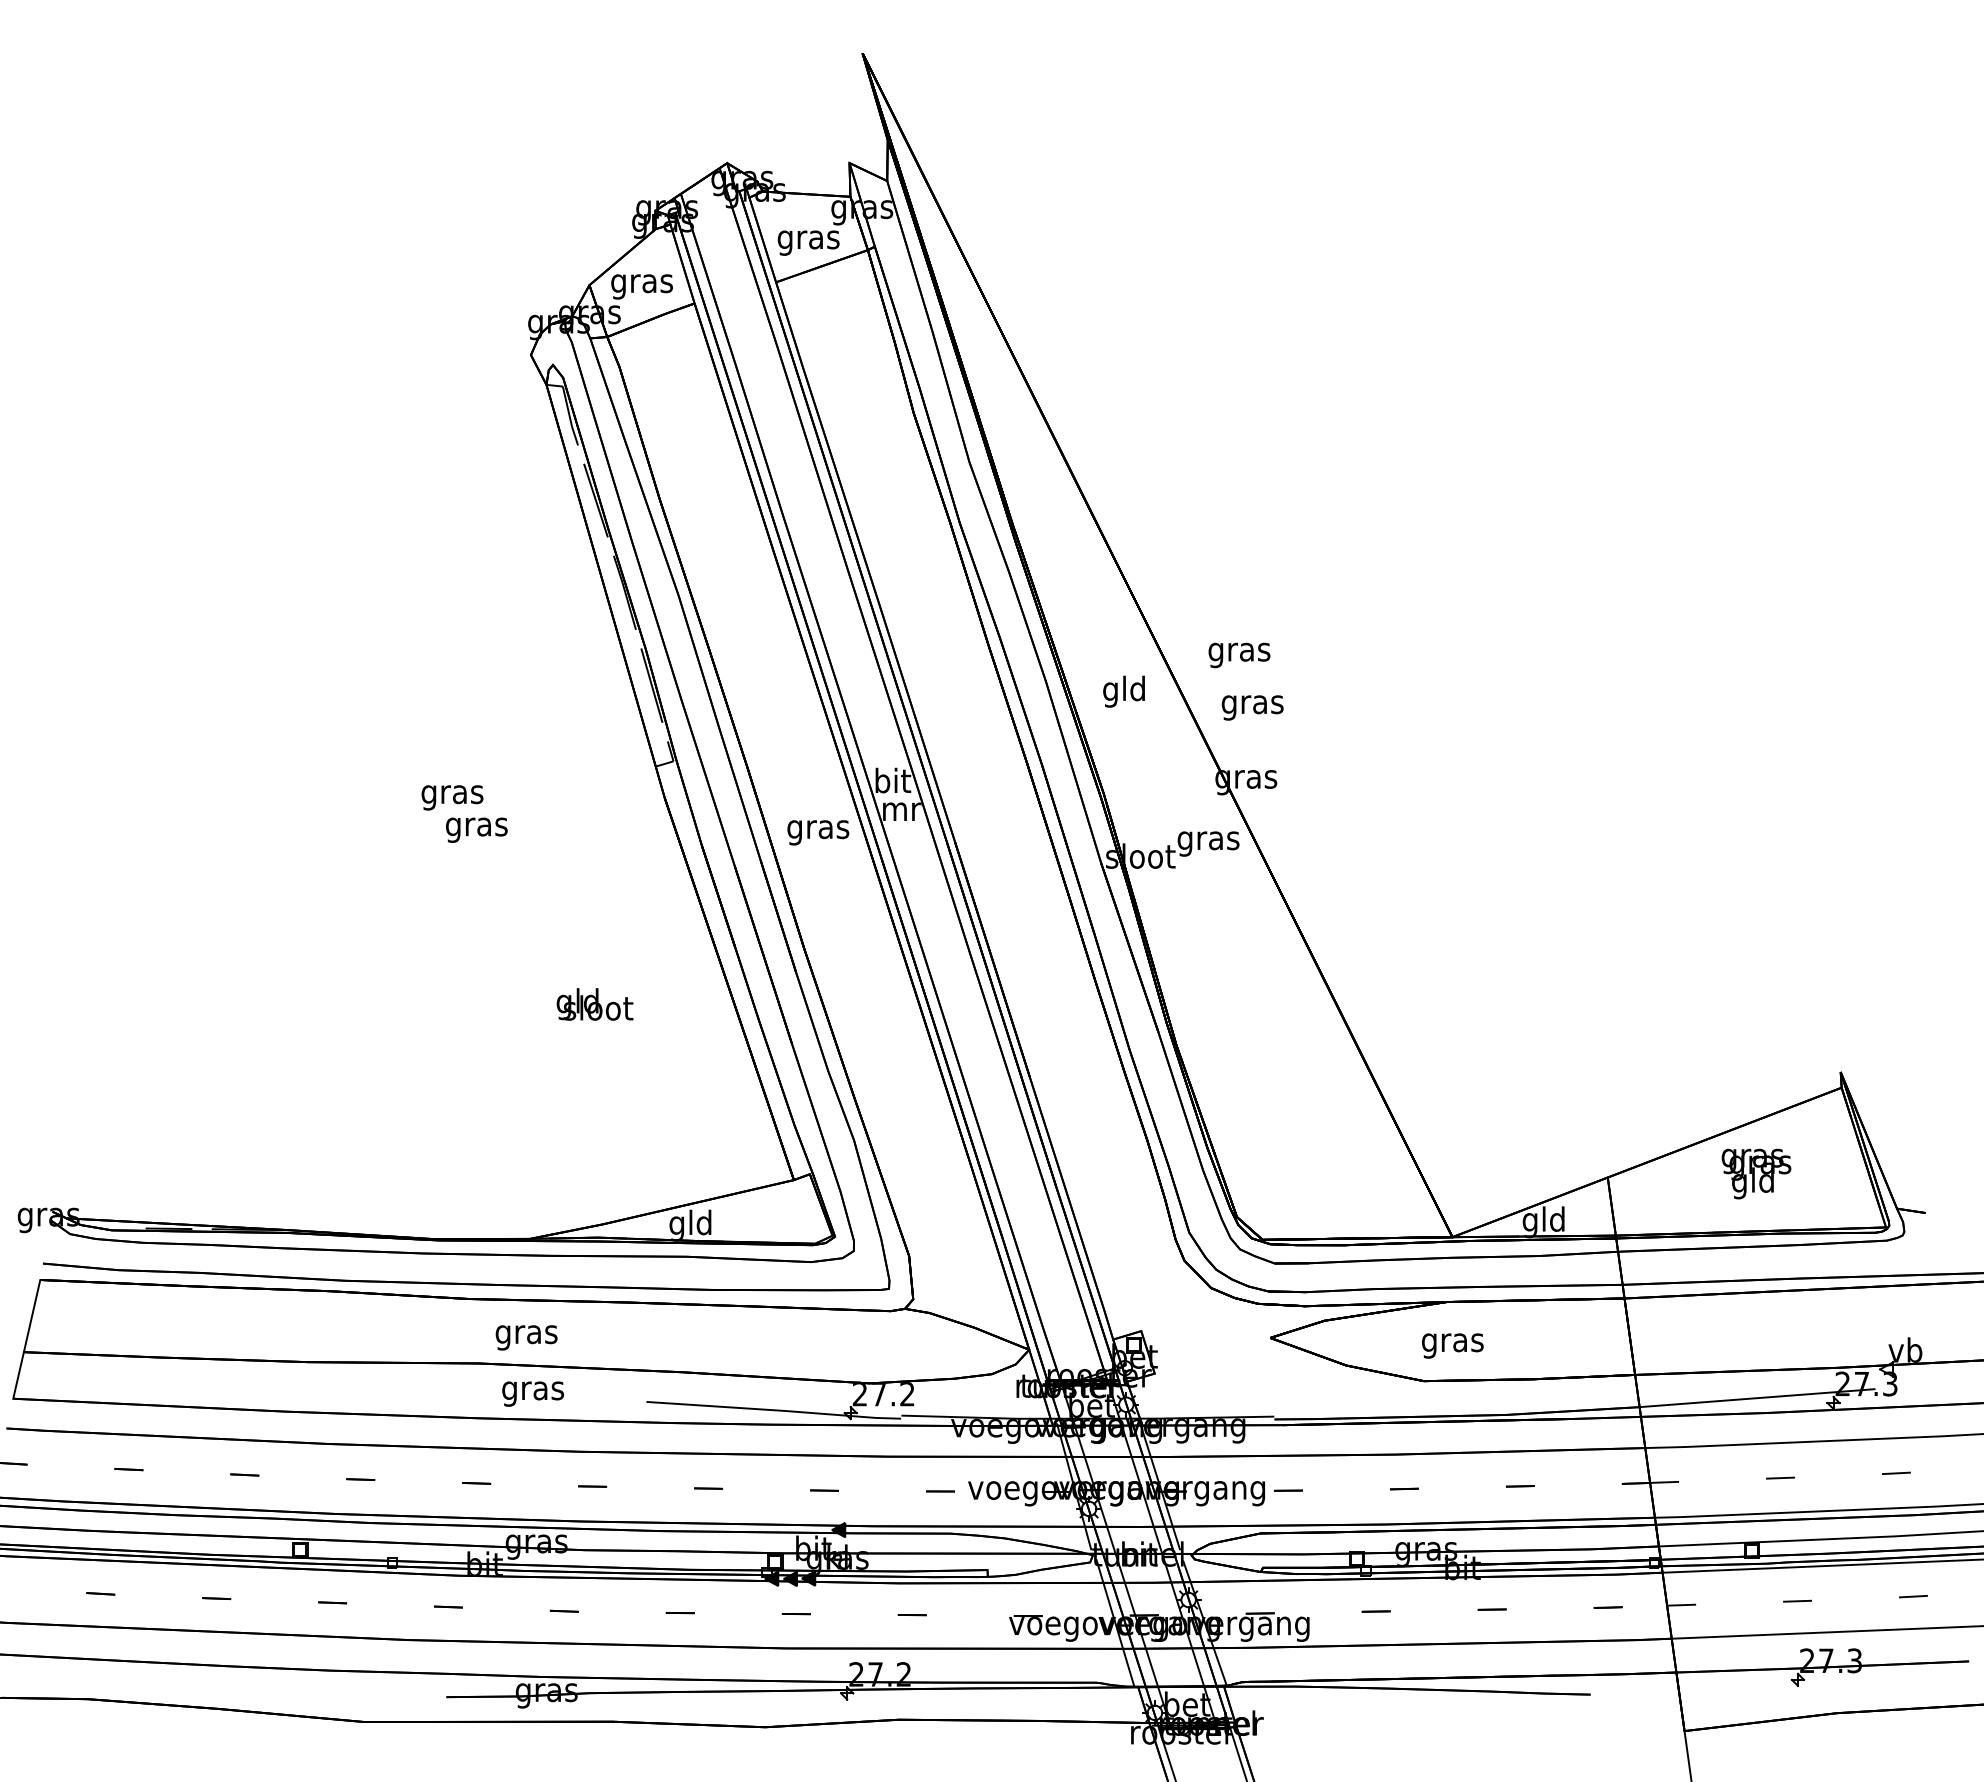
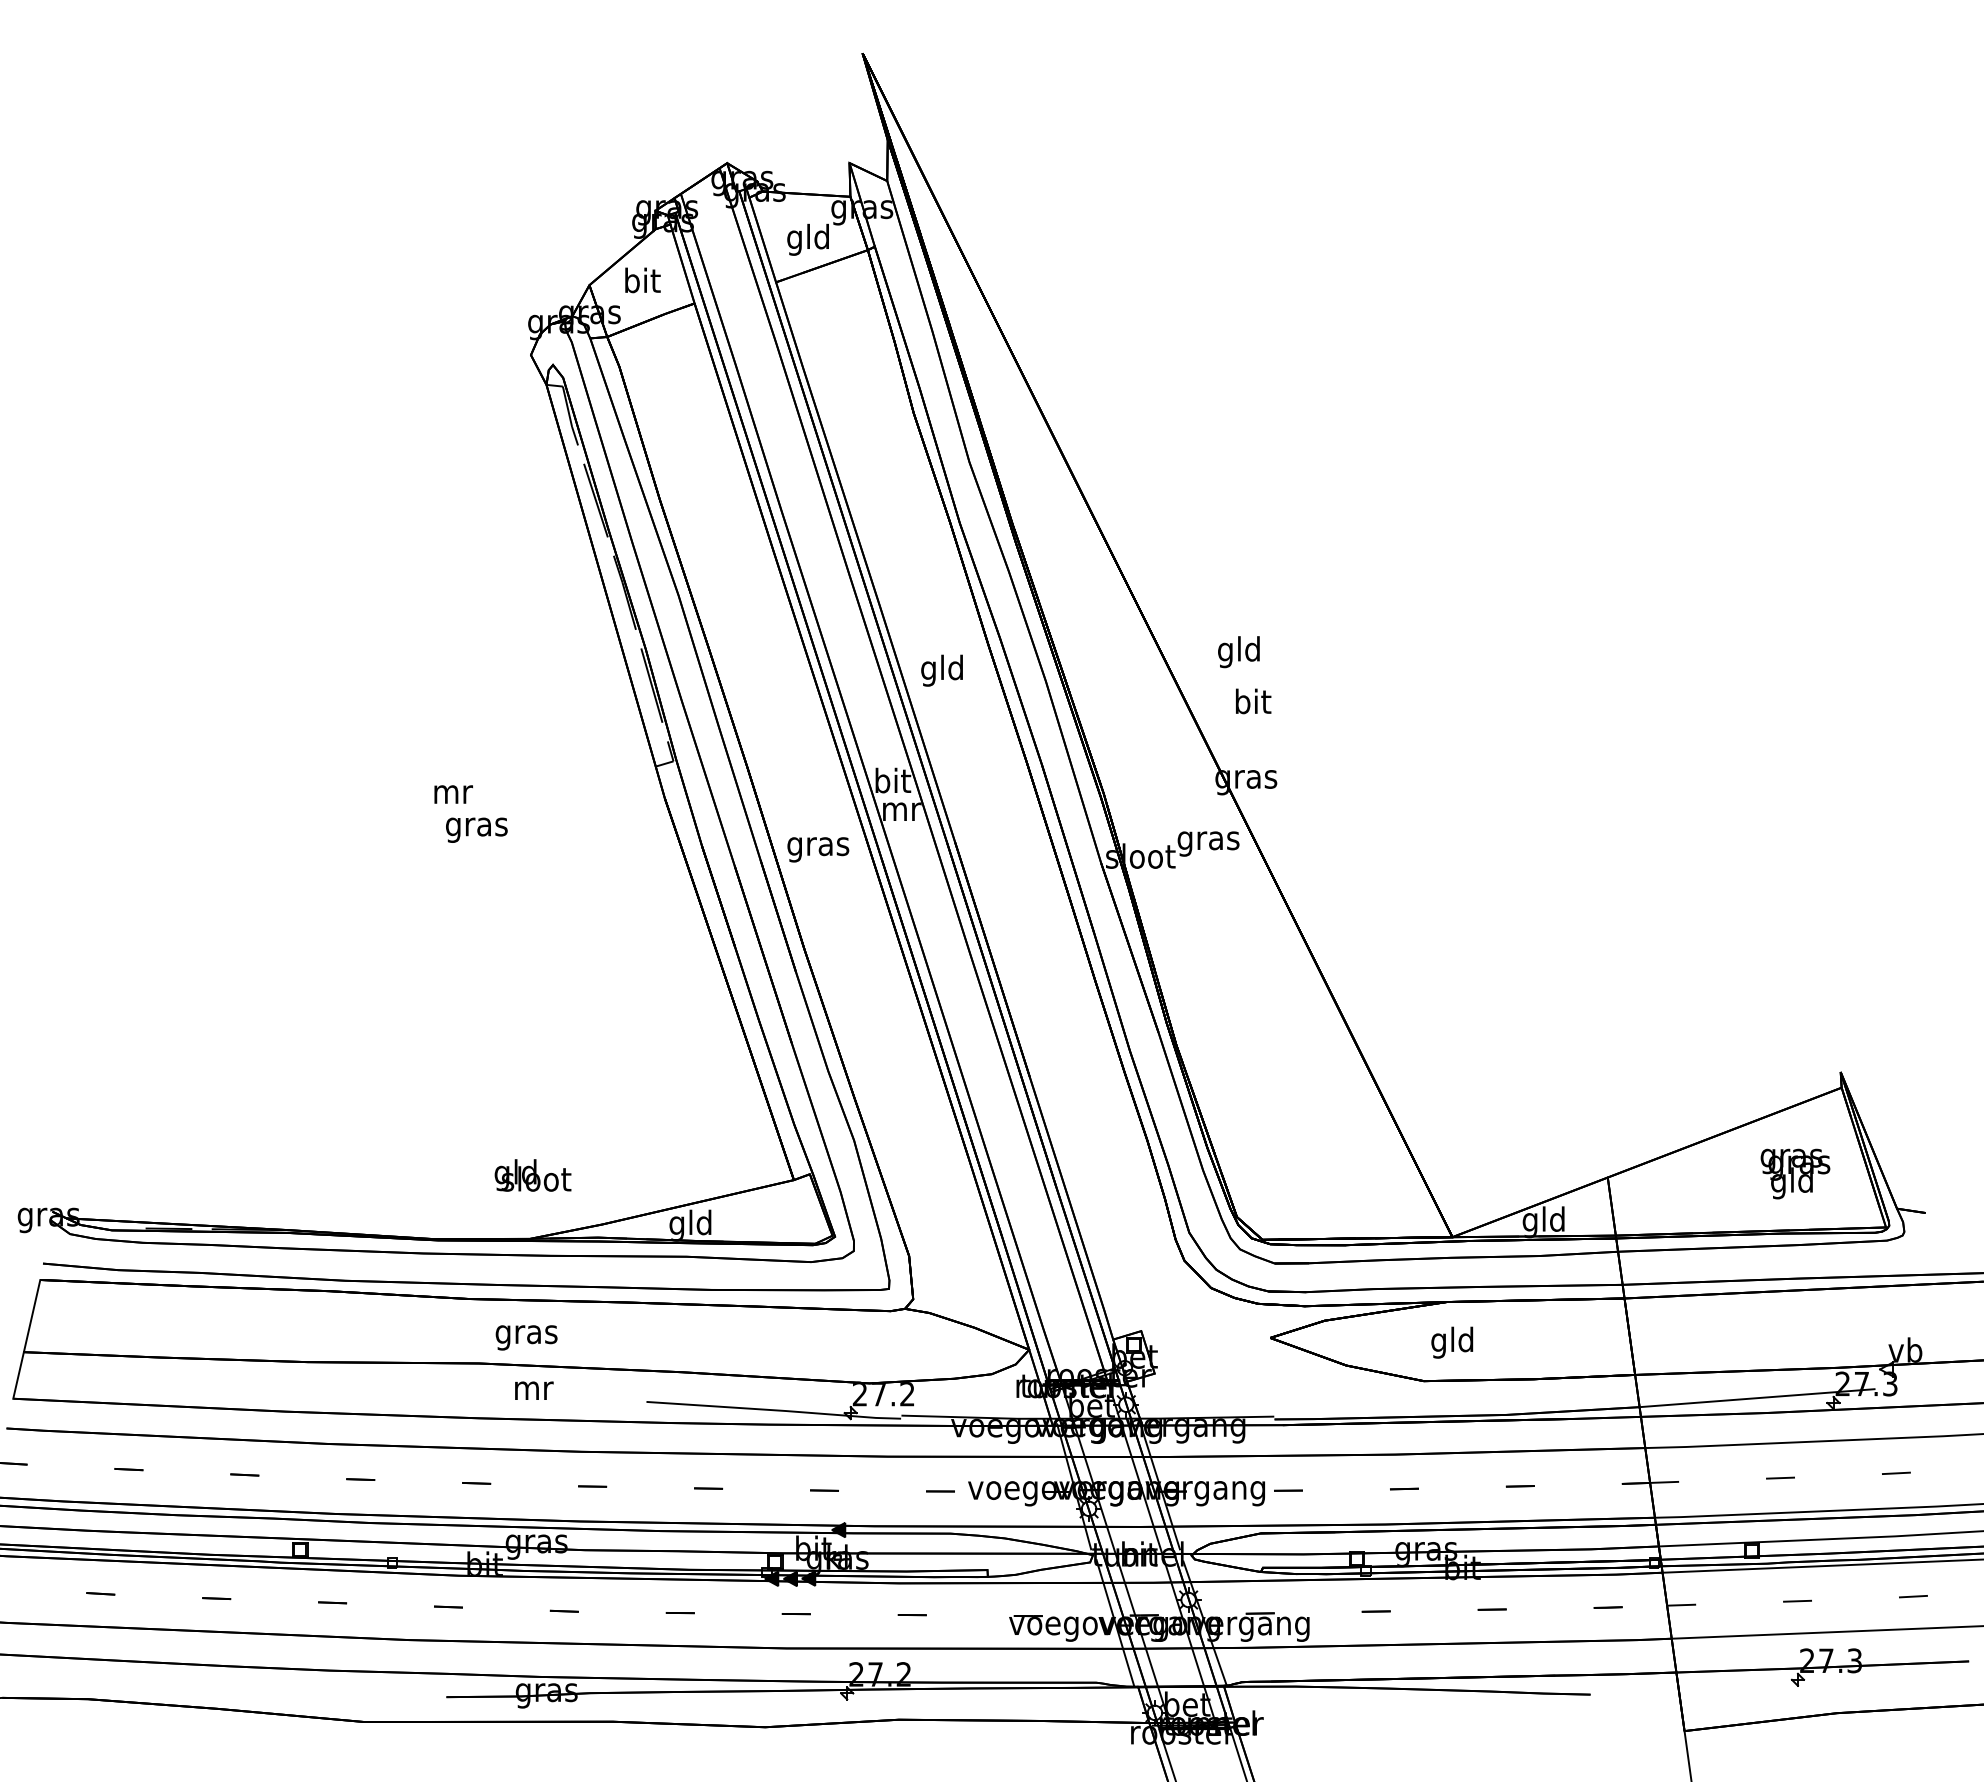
text at (808, 239): gras -> gld
text at (641, 283): gras -> bit
text at (1239, 652): gras -> gld
text at (1123, 691) position: (1123, 691) -> (941, 670)
text at (1252, 704): gras -> bit
text at (452, 797): gras -> mr
text at (818, 832) position: (818, 832) -> (818, 849)
text at (594, 1004) position: (594, 1004) -> (532, 1175)
text at (1756, 1173) position: (1756, 1173) -> (1795, 1173)
text at (1452, 1342): gras -> gld
text at (532, 1393): gras -> mr
